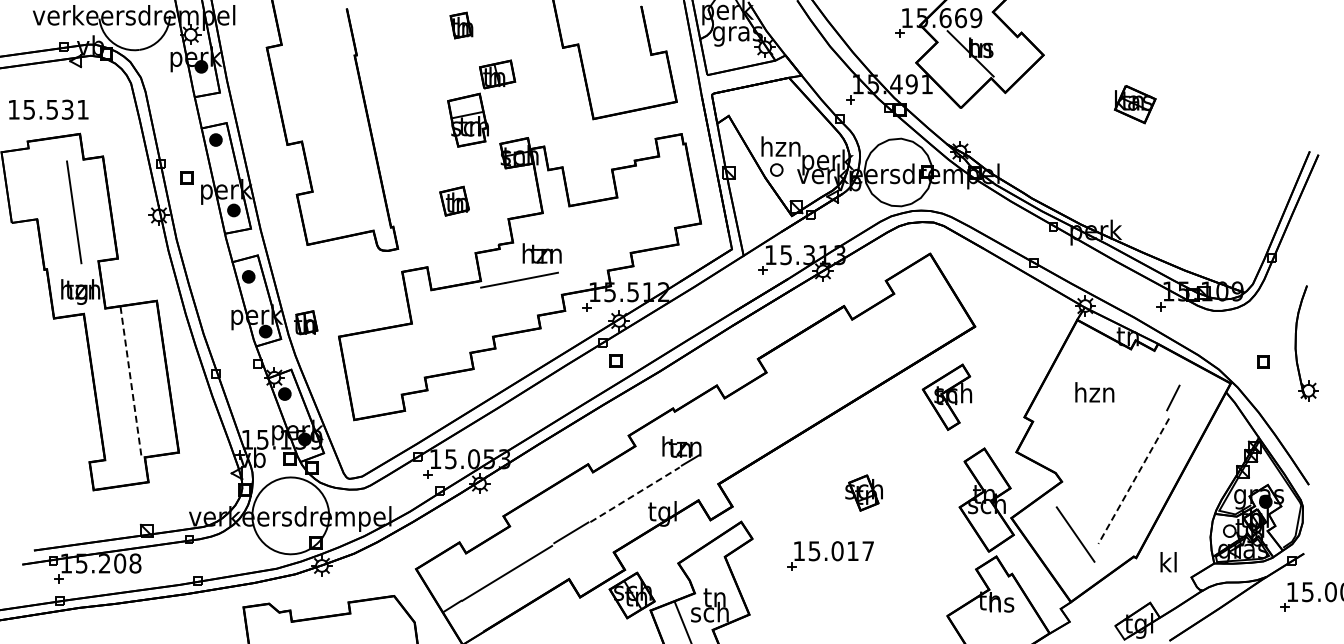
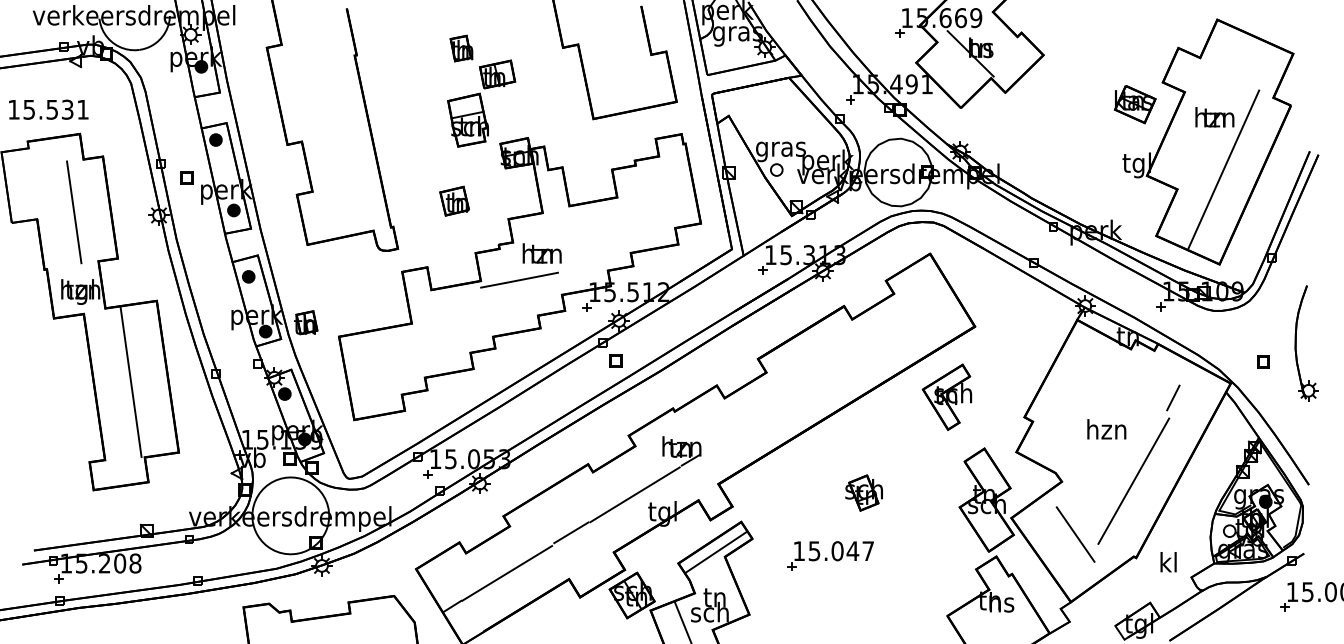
part at (461, 25) position: (461, 25) -> (461, 48)
part at (1208, 141): none -> present
text at (780, 149): hzn -> gras
line at (131, 381): dashed -> solid
text at (1094, 392) position: (1094, 392) -> (1106, 429)
line at (1133, 481): dashed -> solid
line at (635, 494): dashed -> solid
text at (852, 550): 15.017 -> 15.047
line at (716, 551): none -> present
